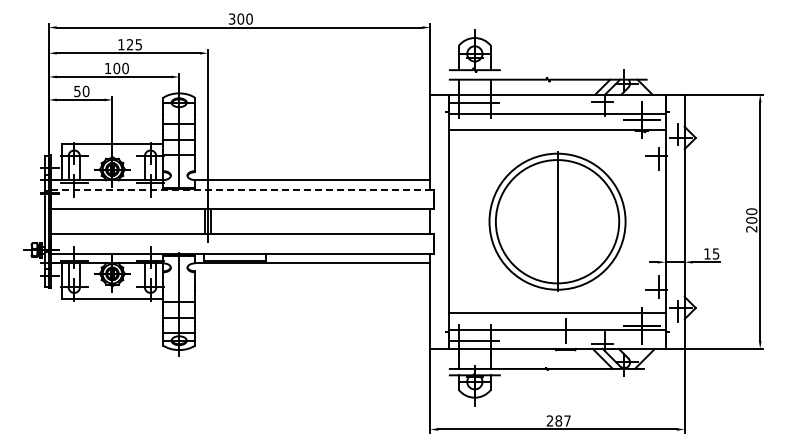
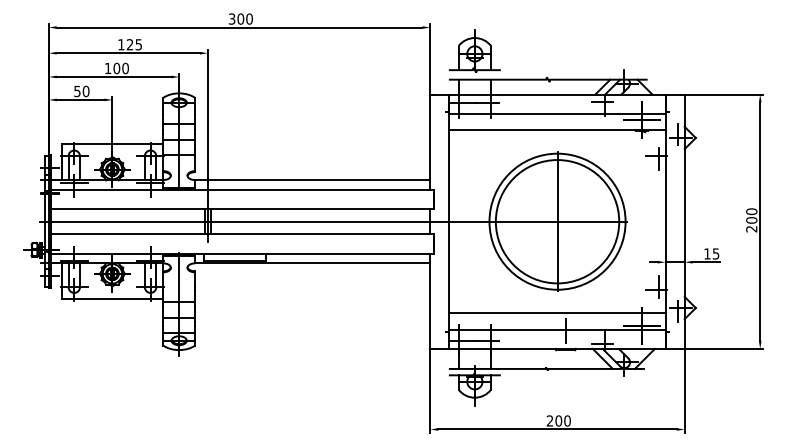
line at (241, 189): dashed -> solid
line at (333, 221): none -> present
text at (562, 420): 287 -> 200
